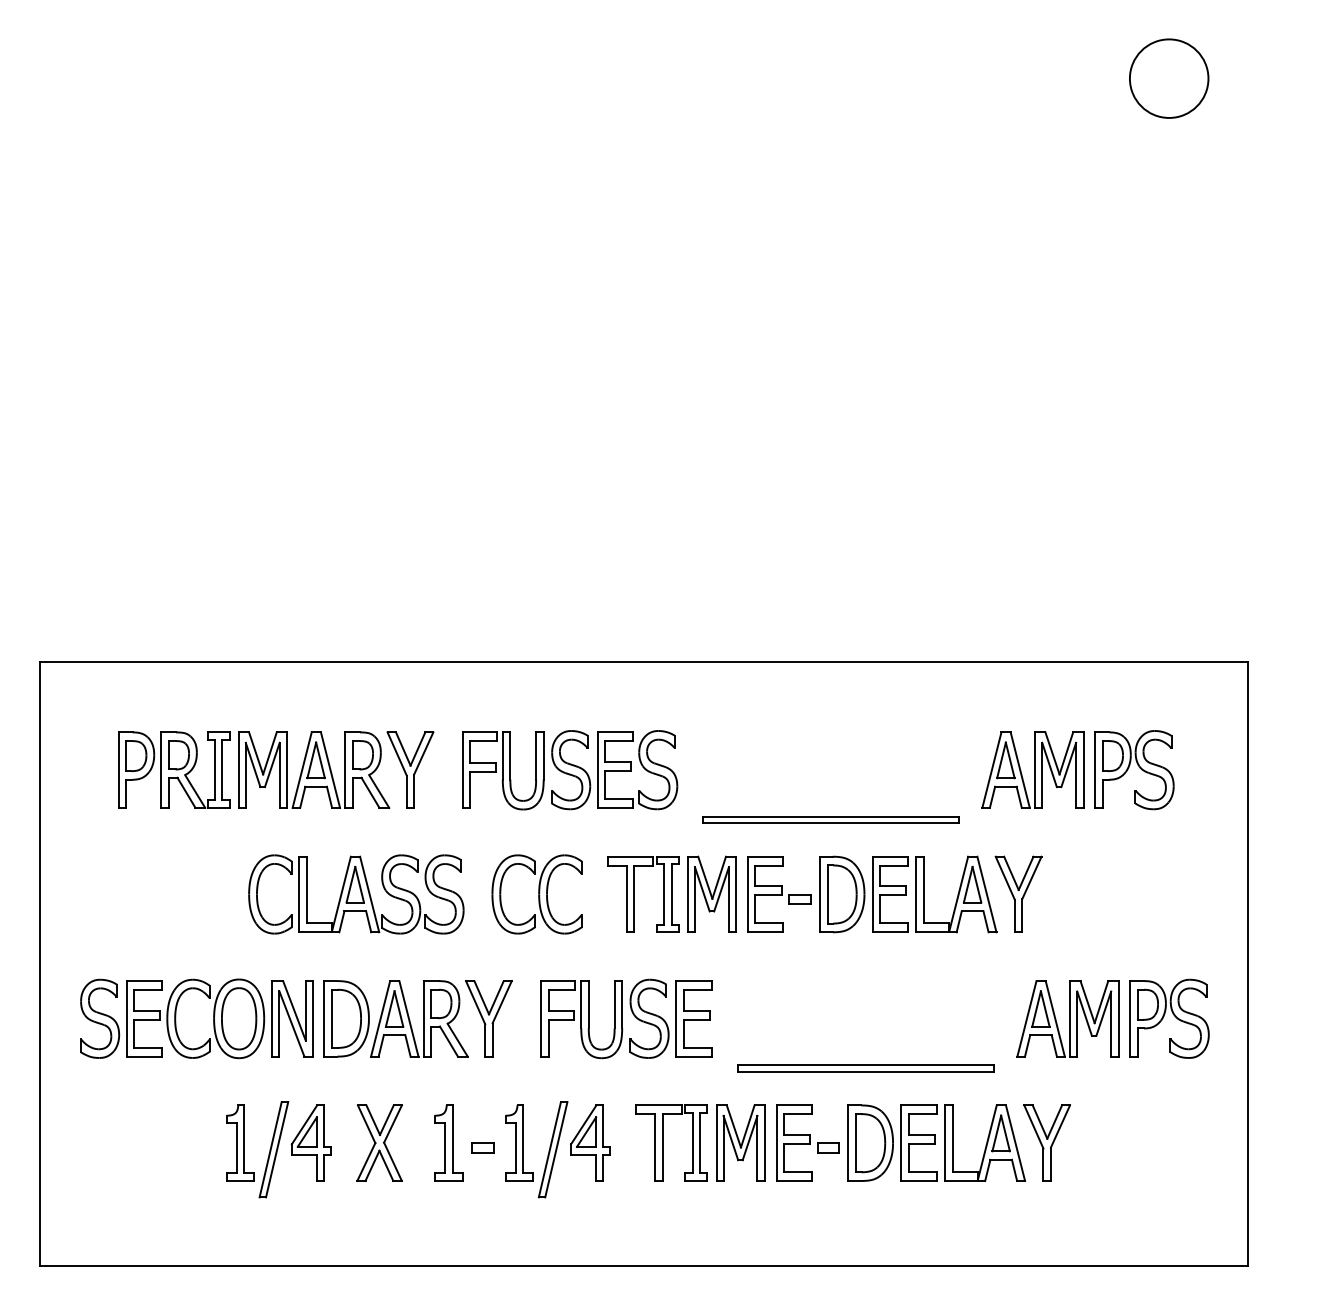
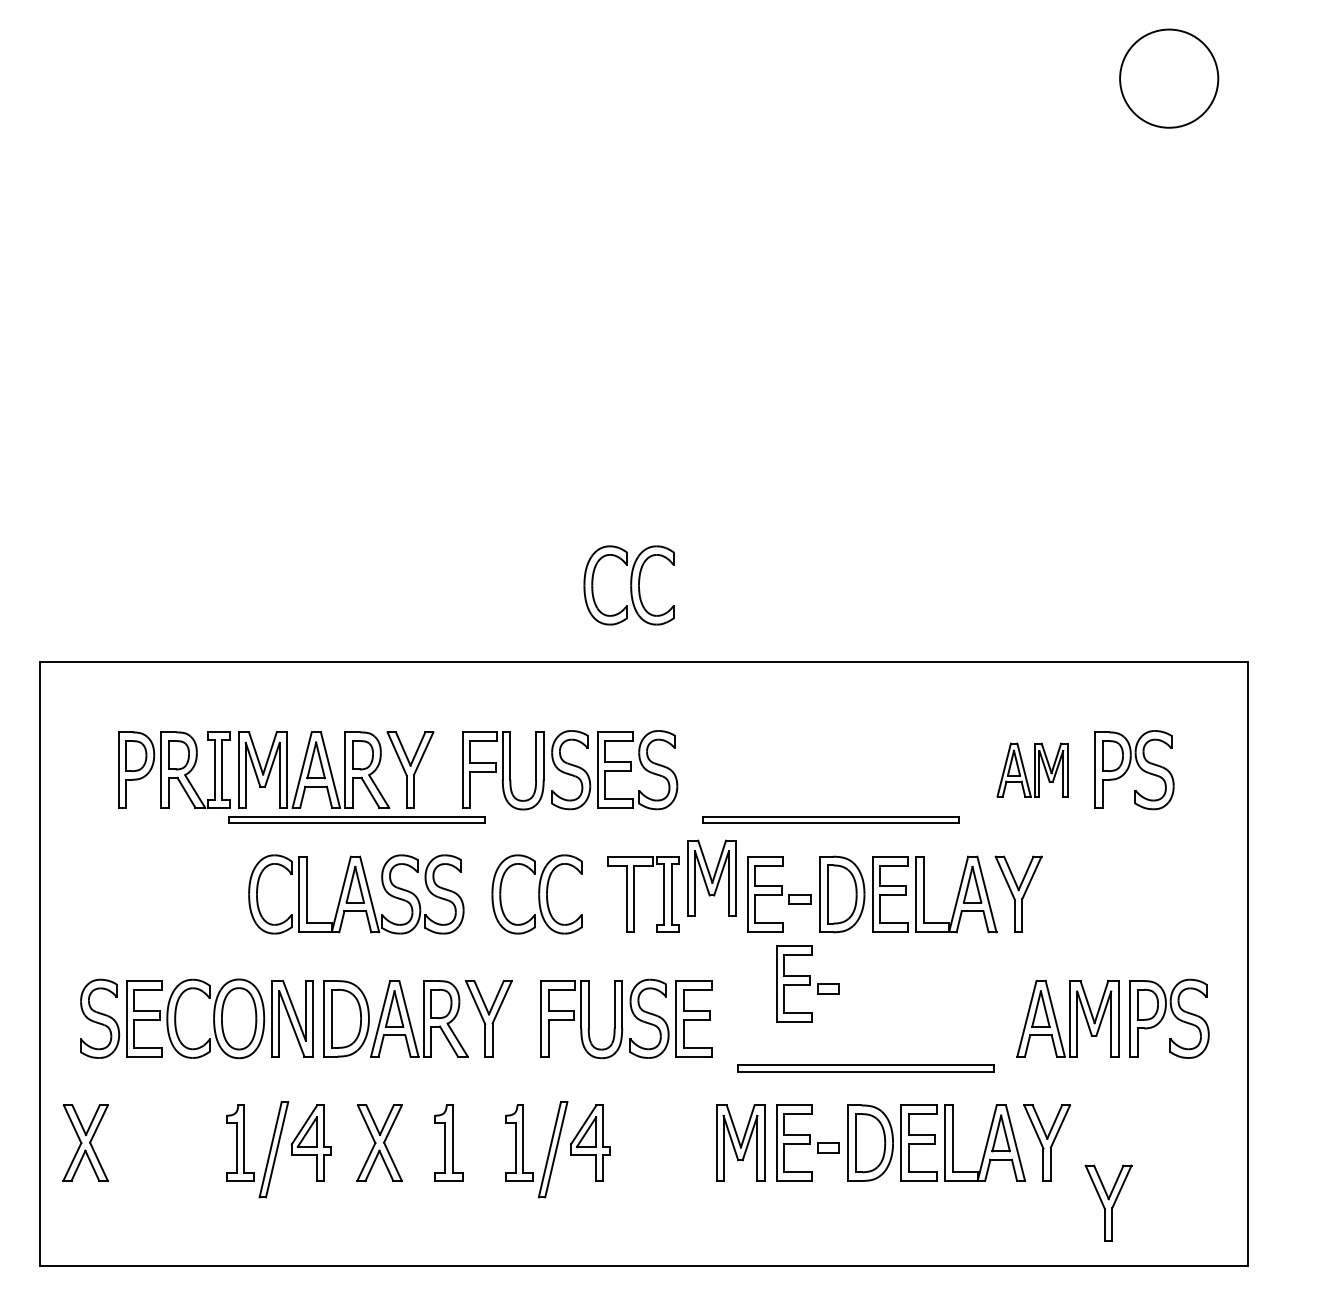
circle at (1168, 78) diameter: 79 px -> 98 px
part at (628, 585): none -> present
part at (1032, 769) size: 104x78 px -> 73x56 px
part at (356, 819): none -> present
part at (711, 893) position: (711, 893) -> (711, 877)
part at (807, 983): none -> present
part at (85, 1142): none -> present
part at (663, 1142): present -> none
part at (482, 1147): present -> none
part at (1108, 1202): none -> present
